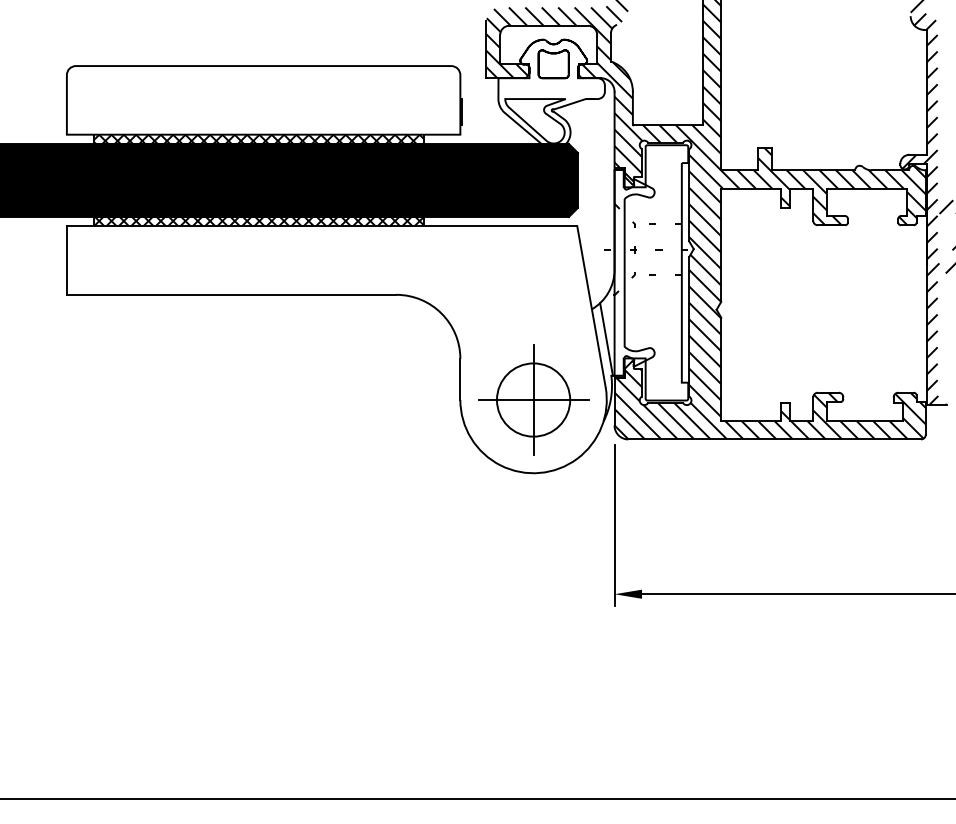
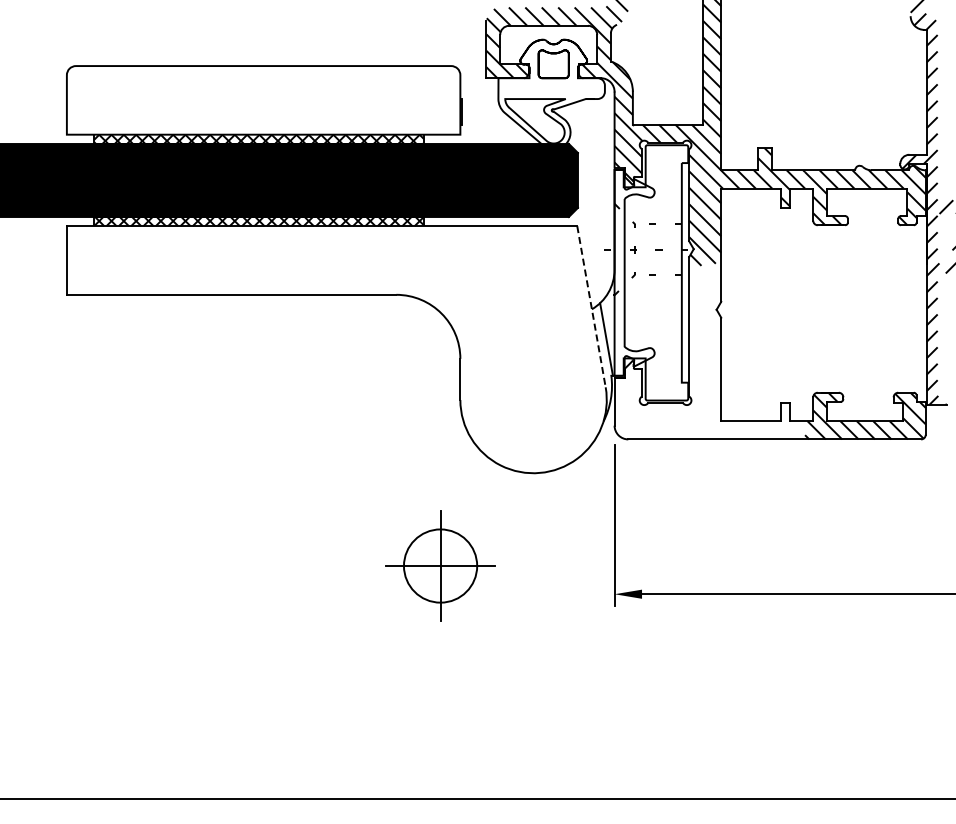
line at (591, 306): solid -> dashed
hatch at (709, 351): present -> none
part at (533, 399) position: (533, 399) -> (440, 565)
